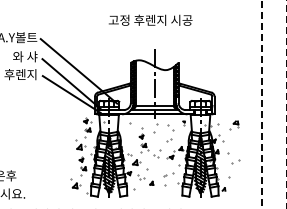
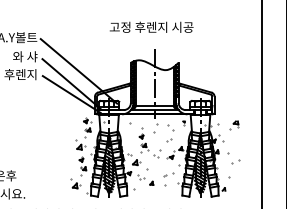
text at (150, 19) position: (150, 19) -> (151, 26)
line at (261, 104): dashed -> solid
line at (286, 104): dashed -> solid
